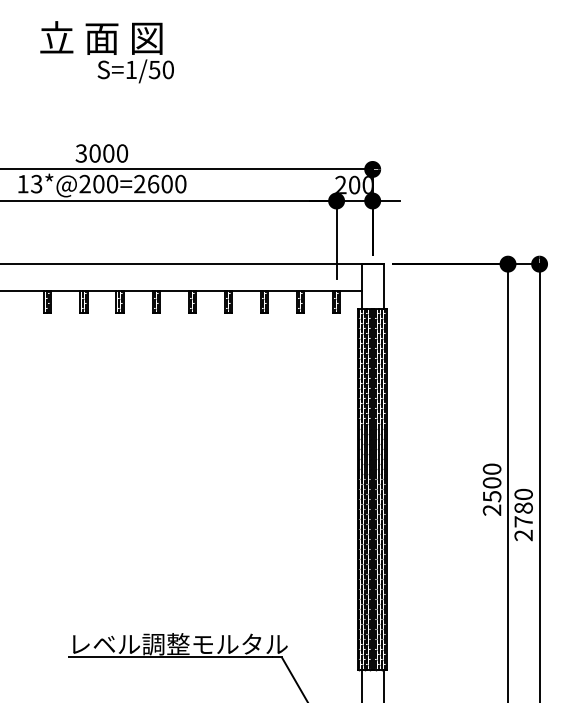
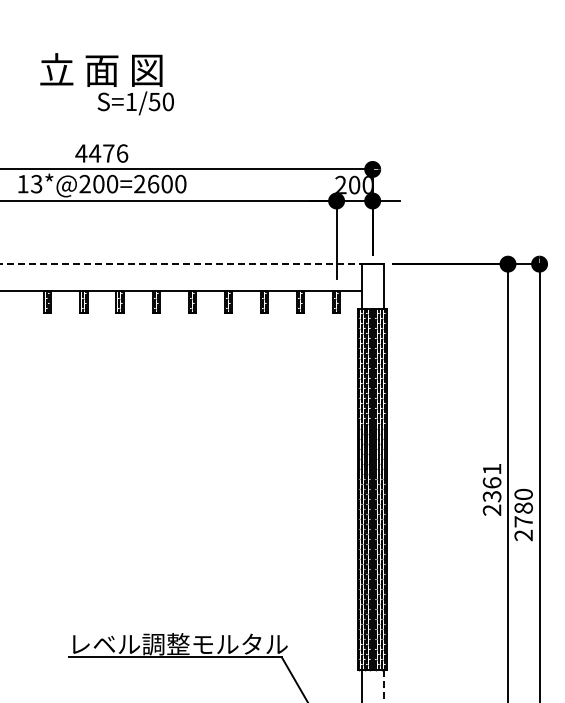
text at (106, 52) position: (106, 52) -> (106, 84)
text at (101, 153): 3000 -> 4476
line at (180, 264): solid -> dashed
text at (491, 482): 2500 -> 2361
line at (383, 687): solid -> dashed
